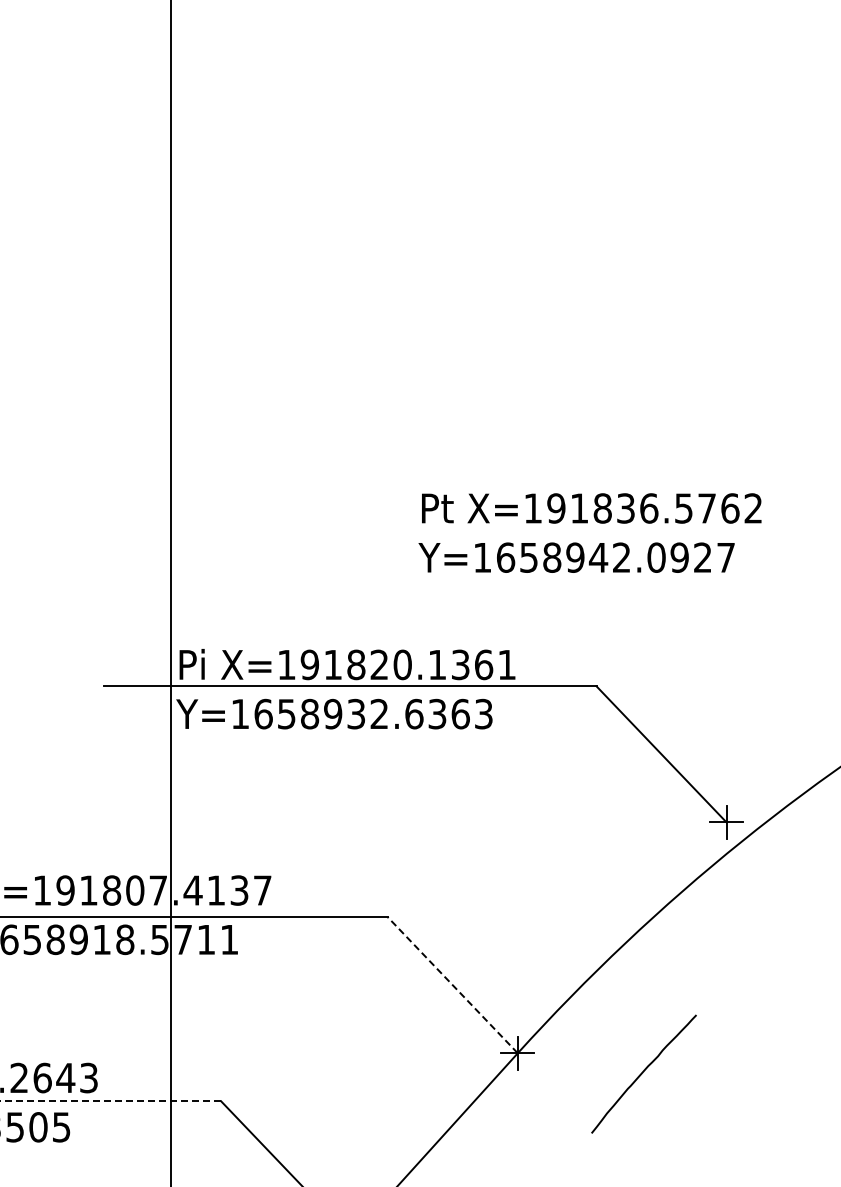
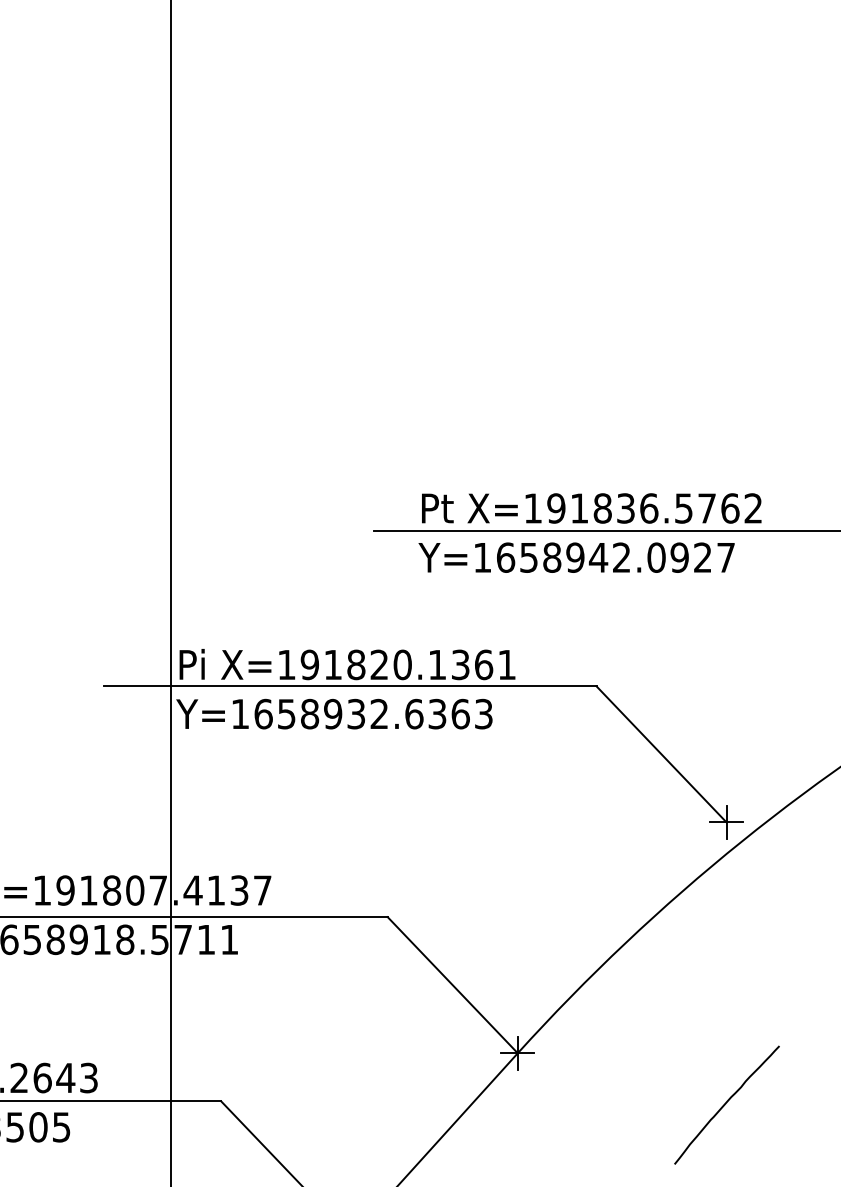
line at (605, 531): none -> present
line at (452, 984): dashed -> solid
curve at (643, 1073) position: (643, 1073) -> (726, 1104)
line at (110, 1101): dashed -> solid
